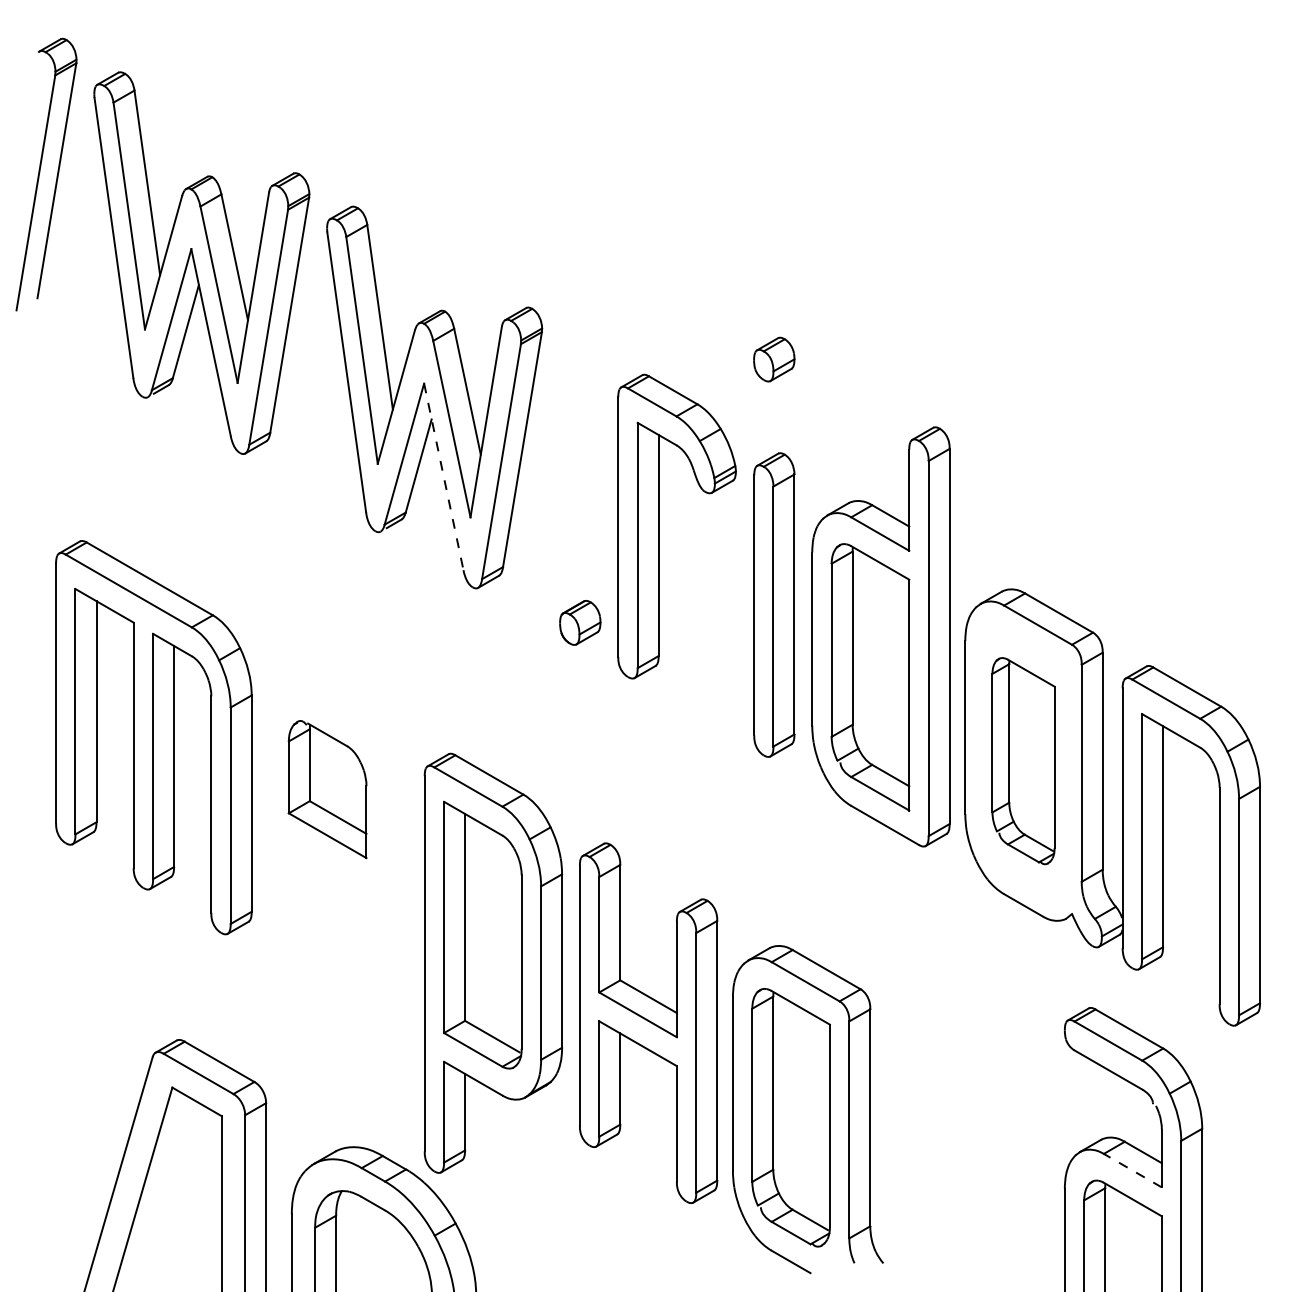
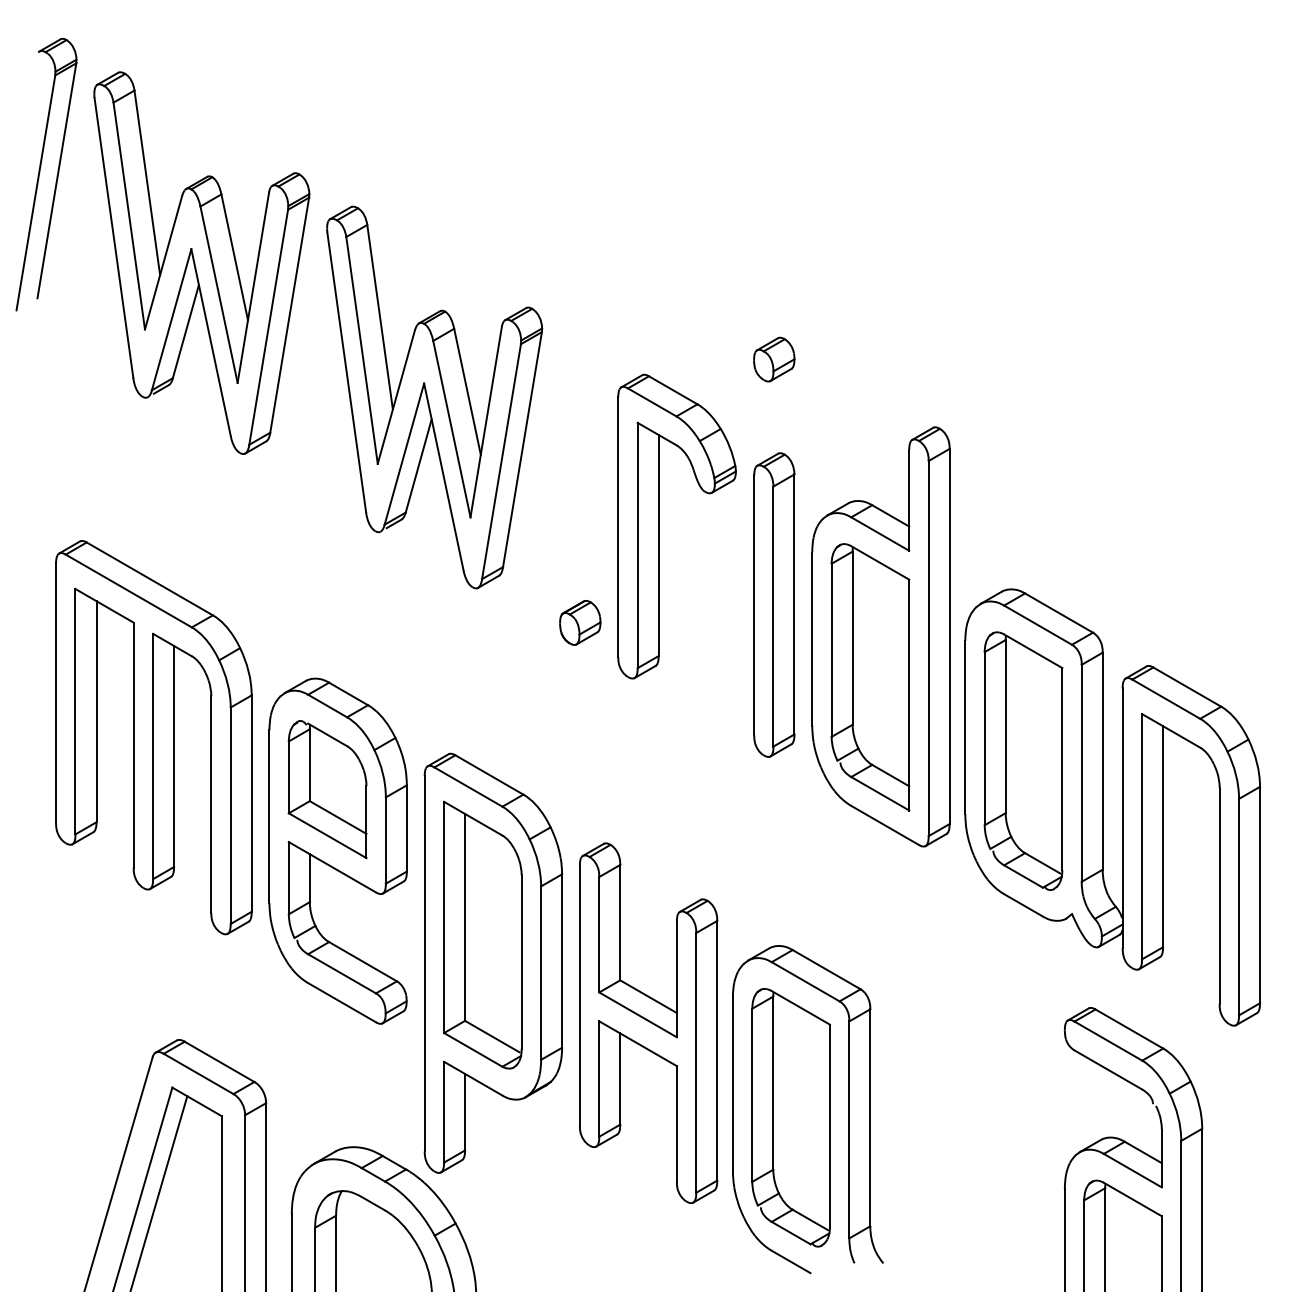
line at (443, 477): dashed -> solid
part at (1023, 761) size: 65x209 px -> 81x260 px
part at (337, 850): none -> present
line at (1132, 1170): dashed -> solid
line at (159, 1192): none -> present
